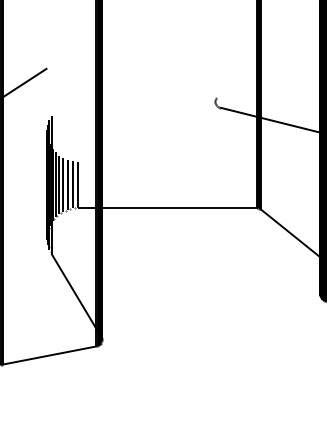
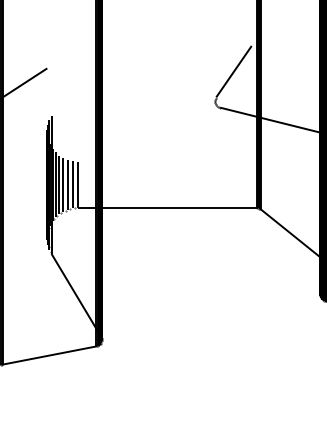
line at (233, 71): none -> present
